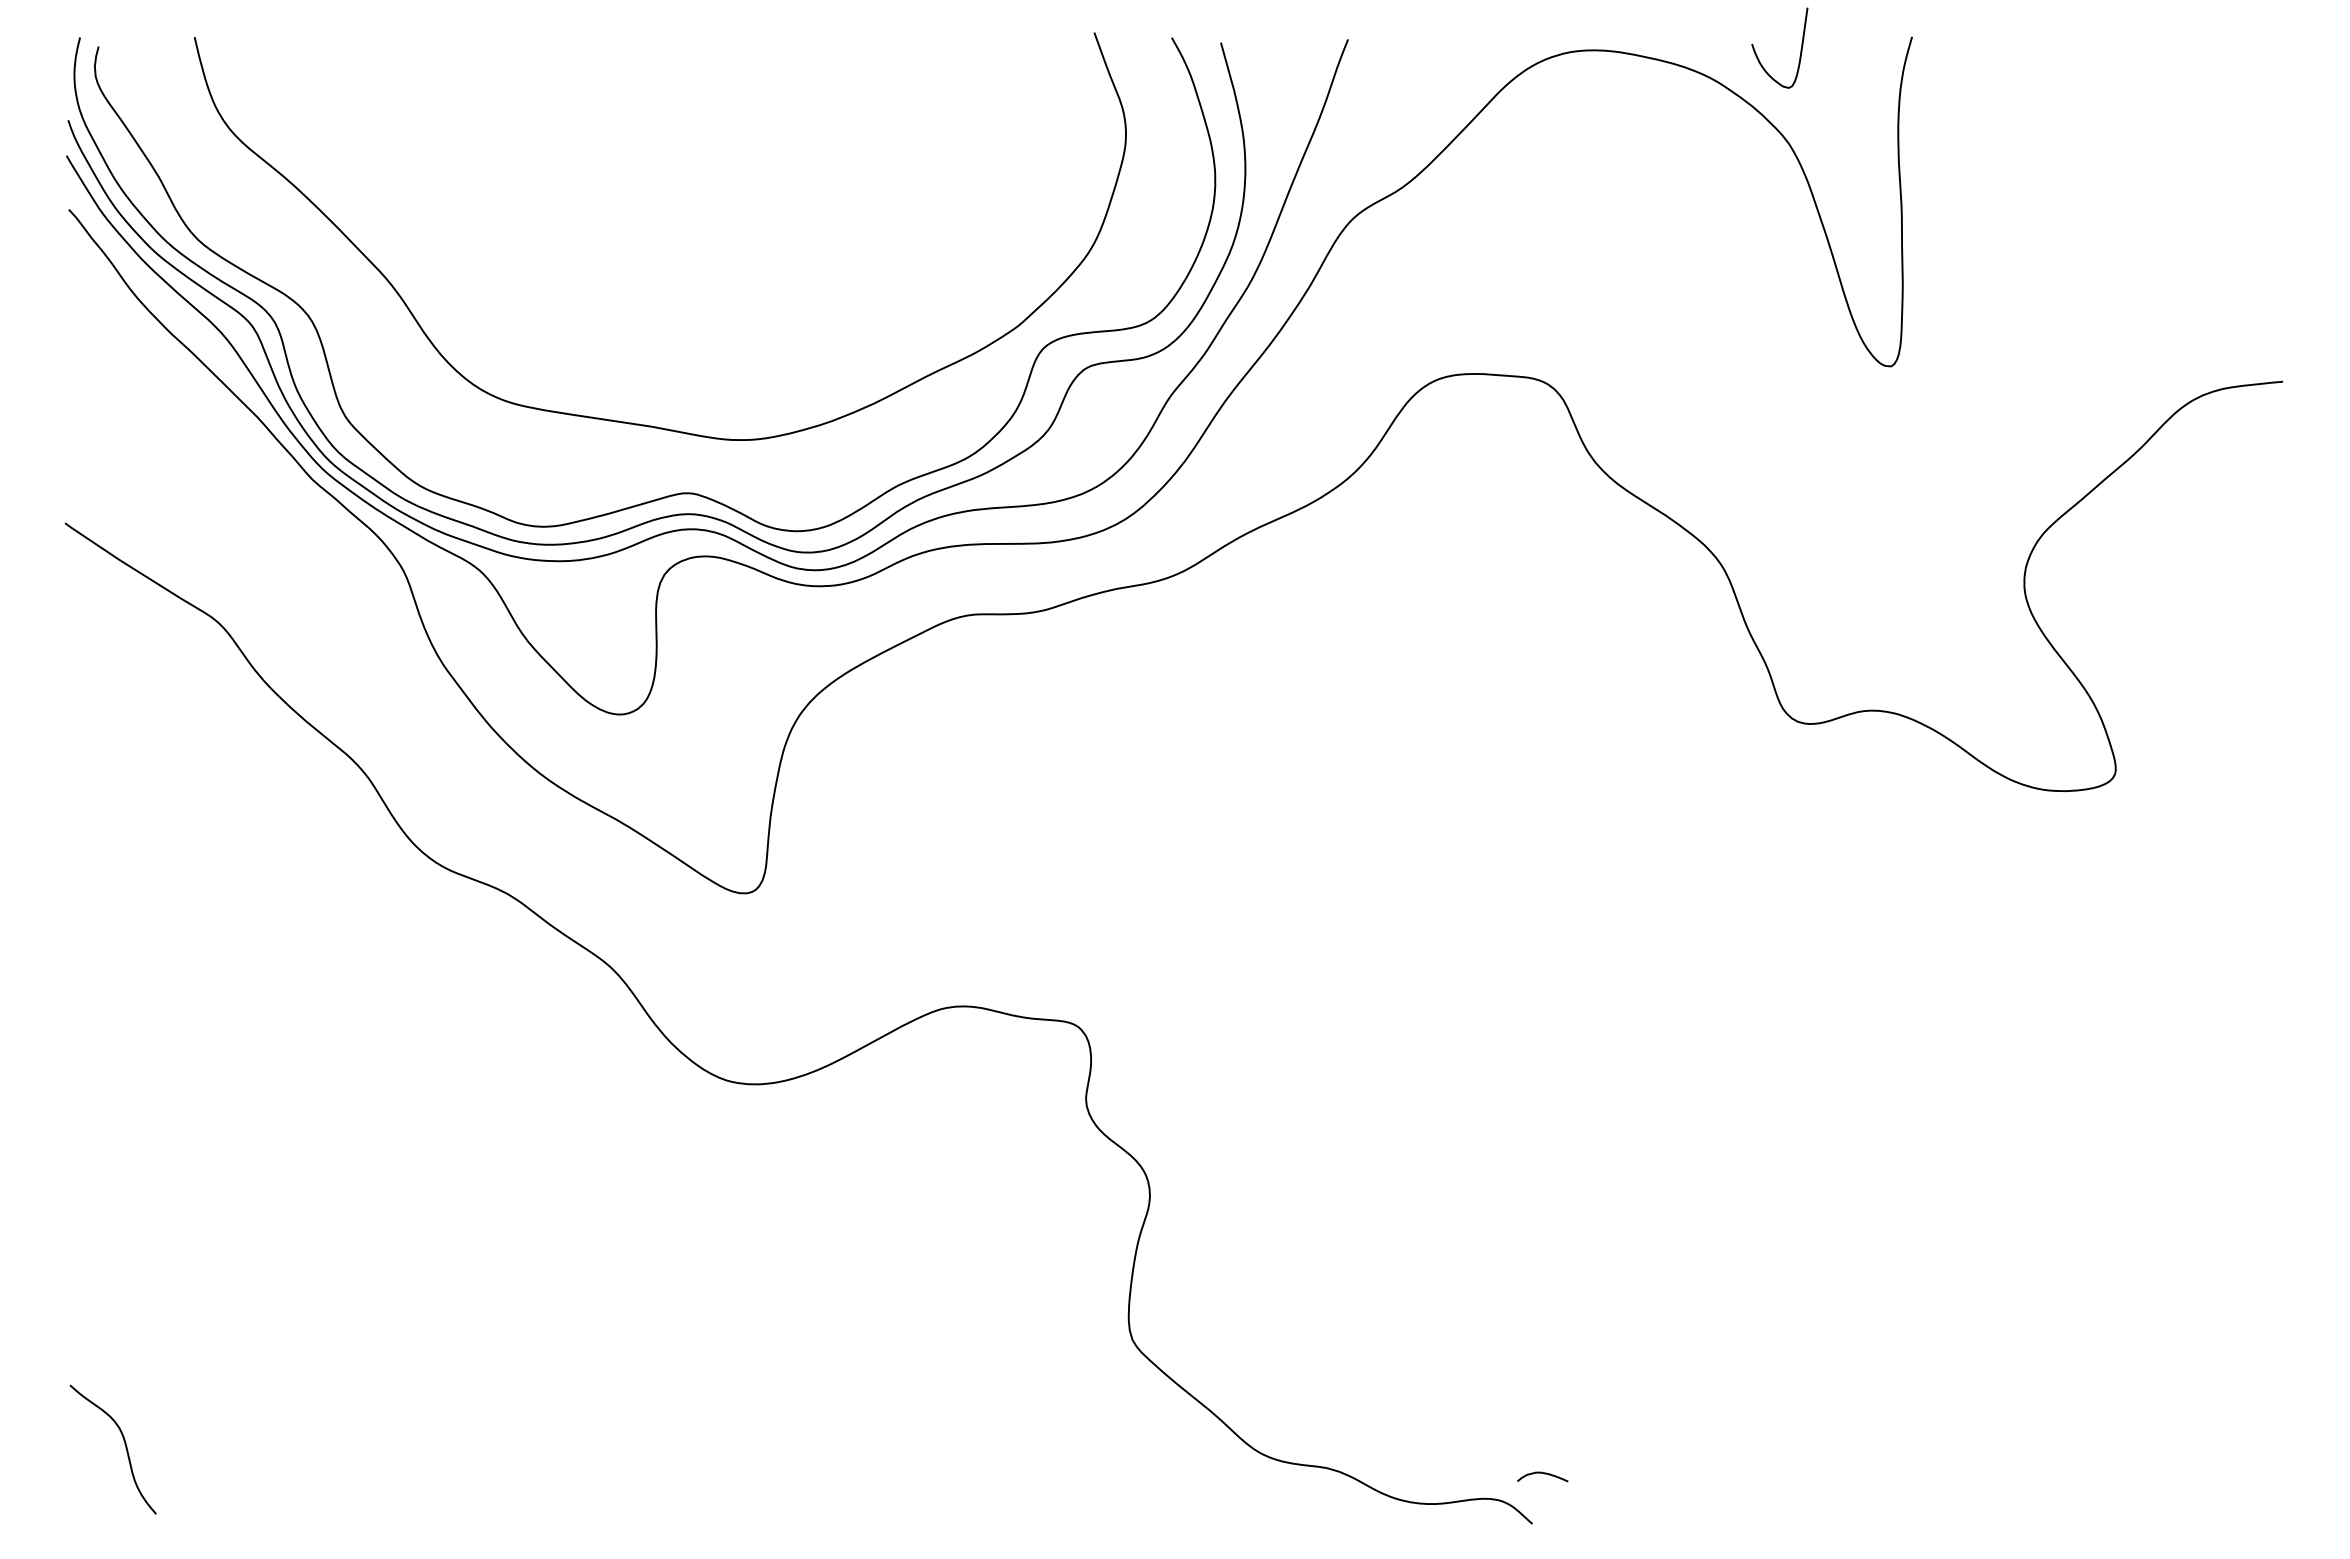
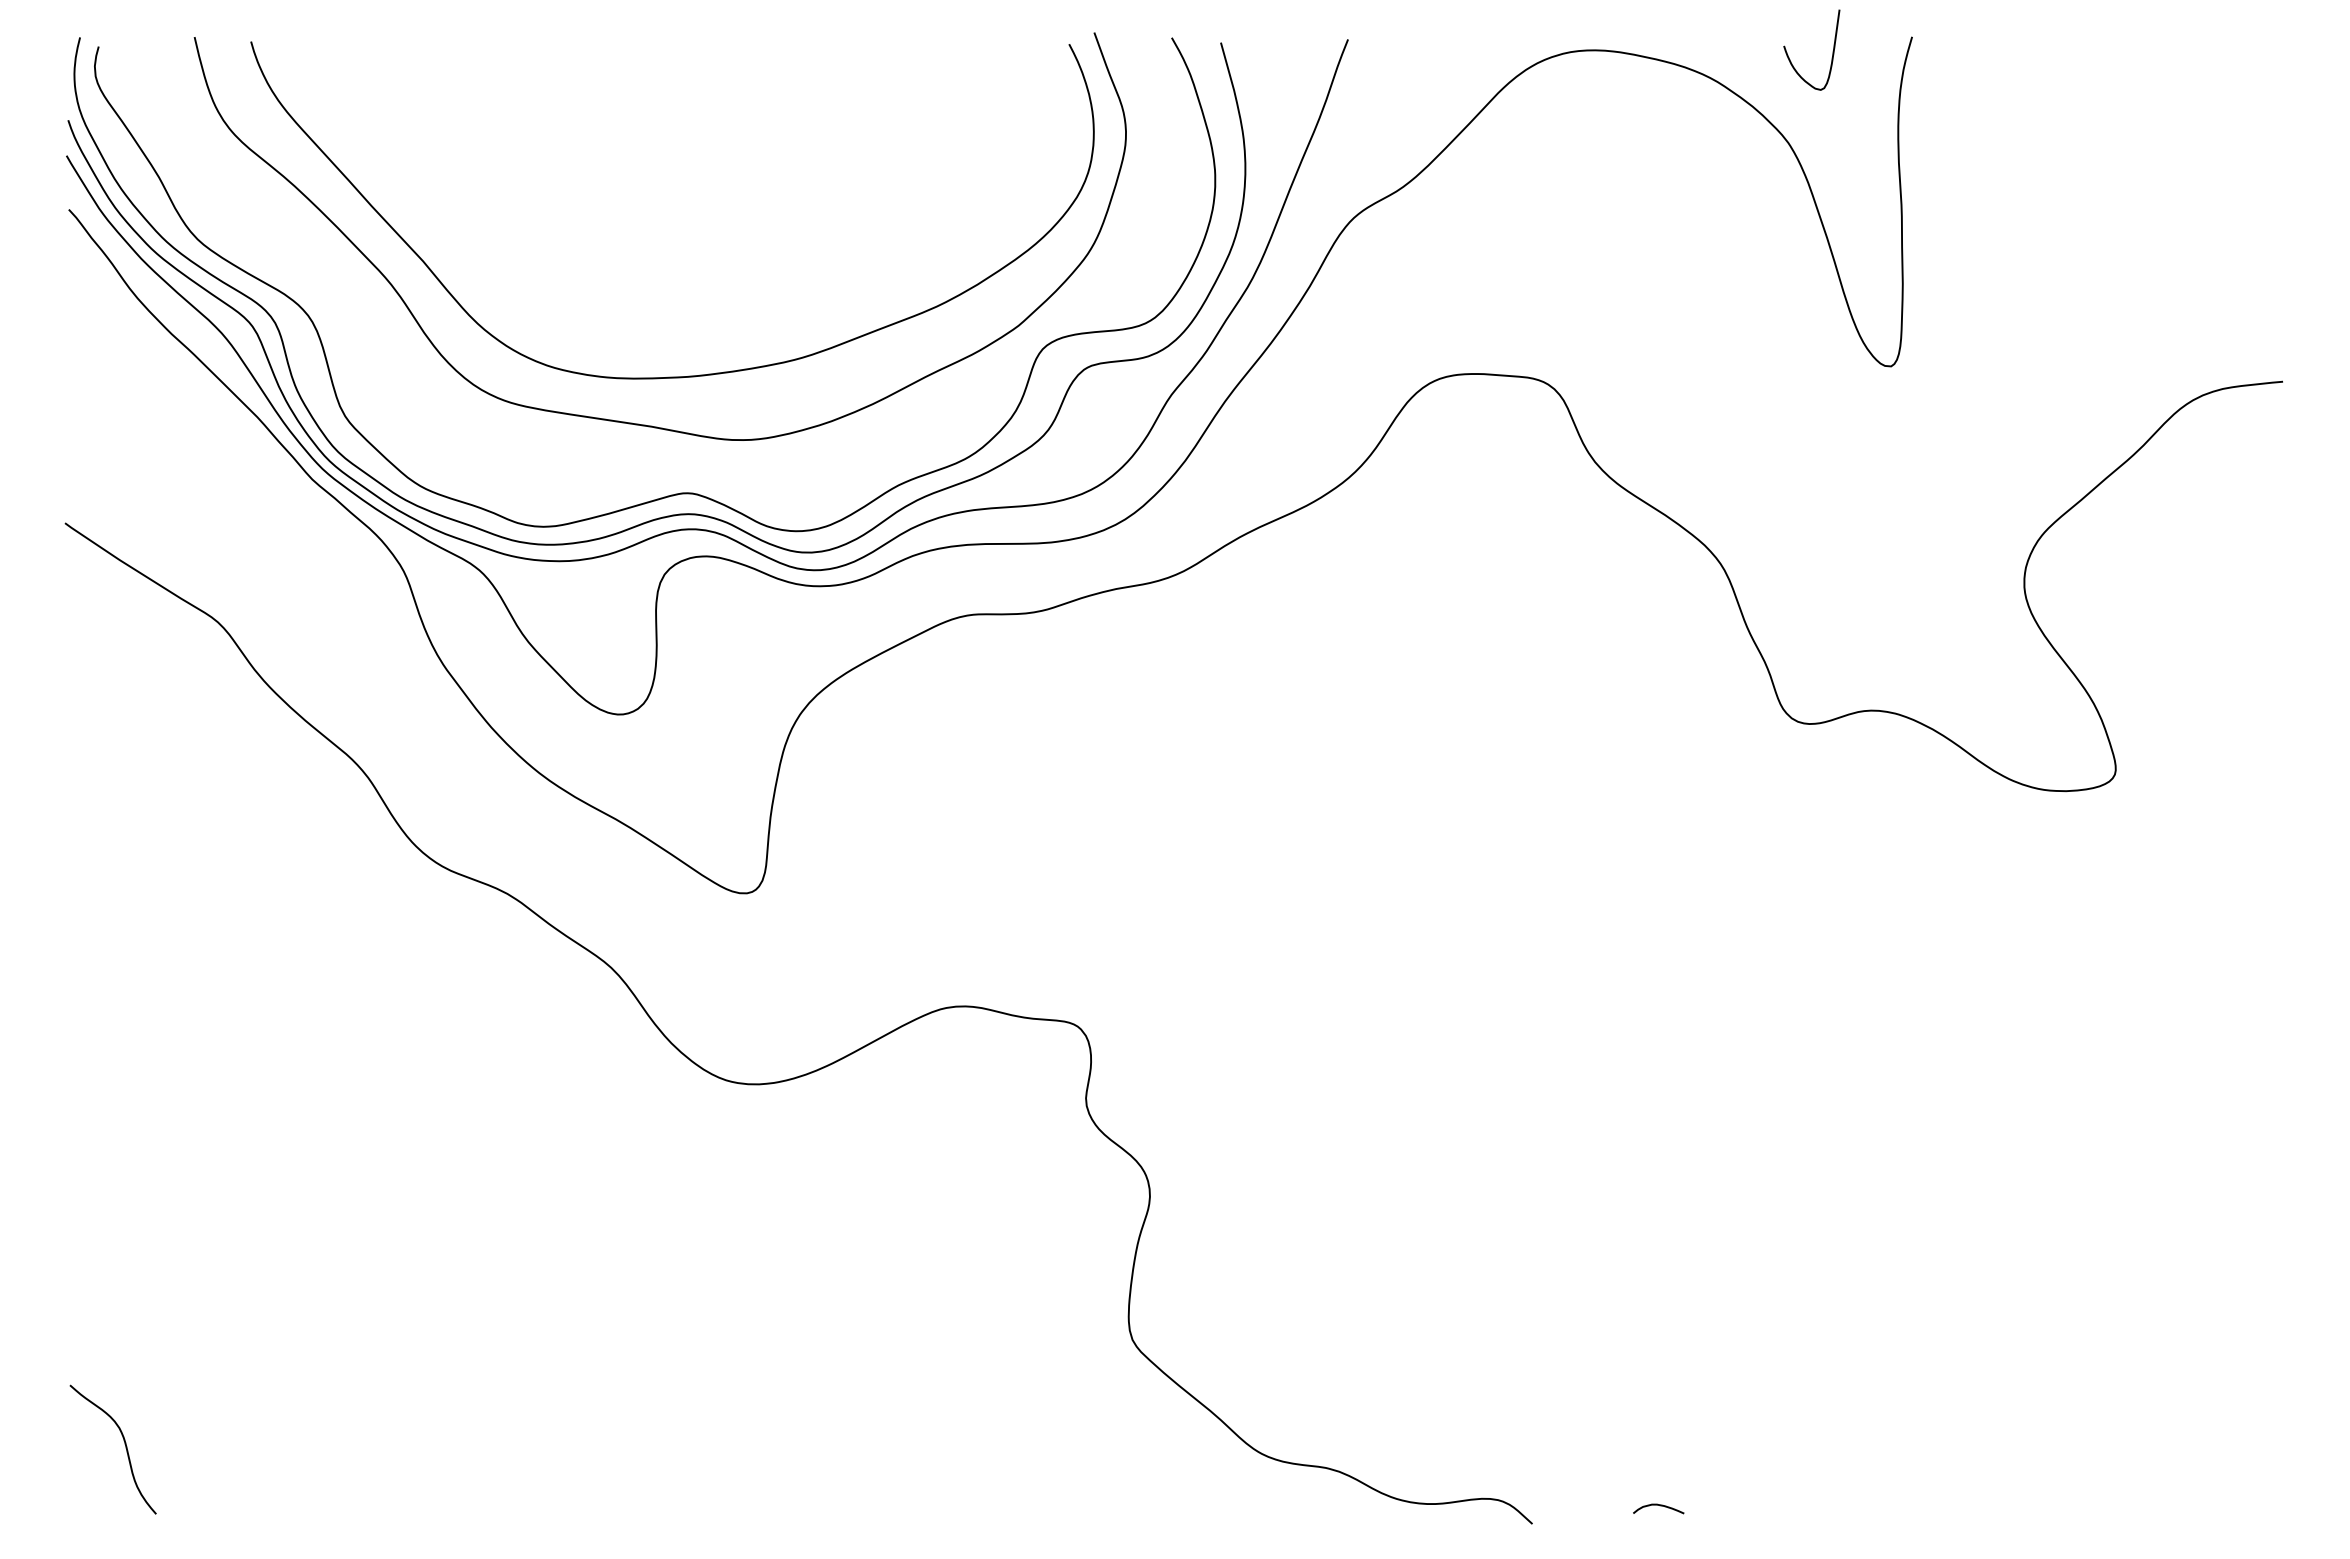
curve at (1800, 49) position: (1800, 49) -> (1832, 51)
curve at (688, 375): none -> present
curve at (1544, 1474) position: (1544, 1474) -> (1660, 1506)
